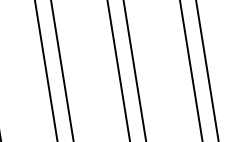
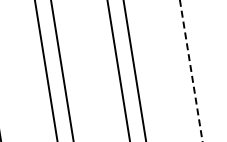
line at (207, 70): present -> none
line at (191, 71): solid -> dashed
